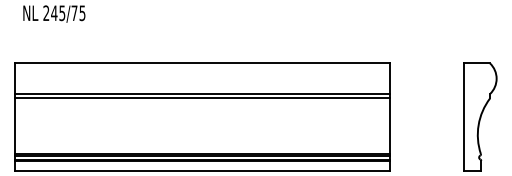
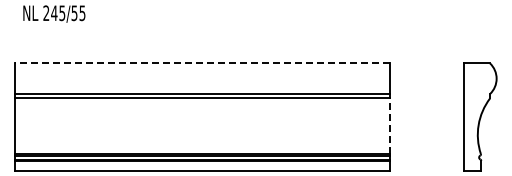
text at (74, 13): 245/75 -> 245/55
line at (202, 63): solid -> dashed
line at (389, 126): solid -> dashed
